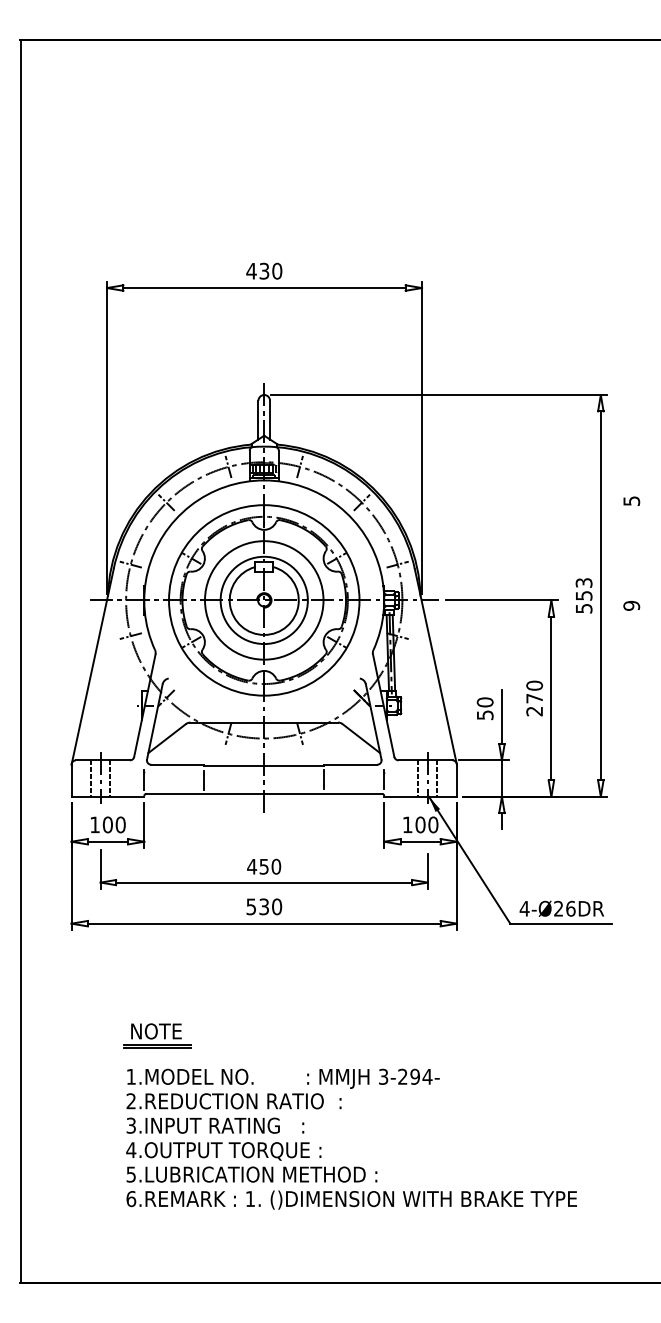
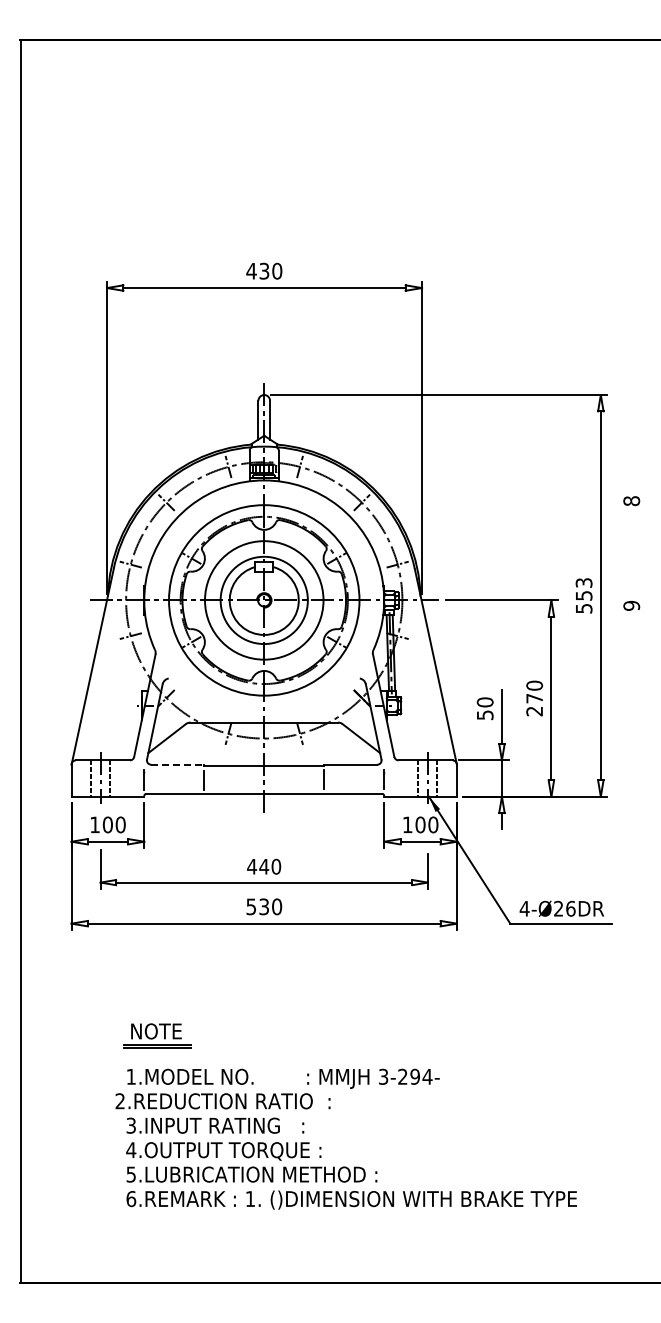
text at (631, 501): 5 -> 8
line at (177, 764): solid -> dashed
text at (264, 866): 450 -> 440
text at (233, 1101) position: (233, 1101) -> (222, 1101)
